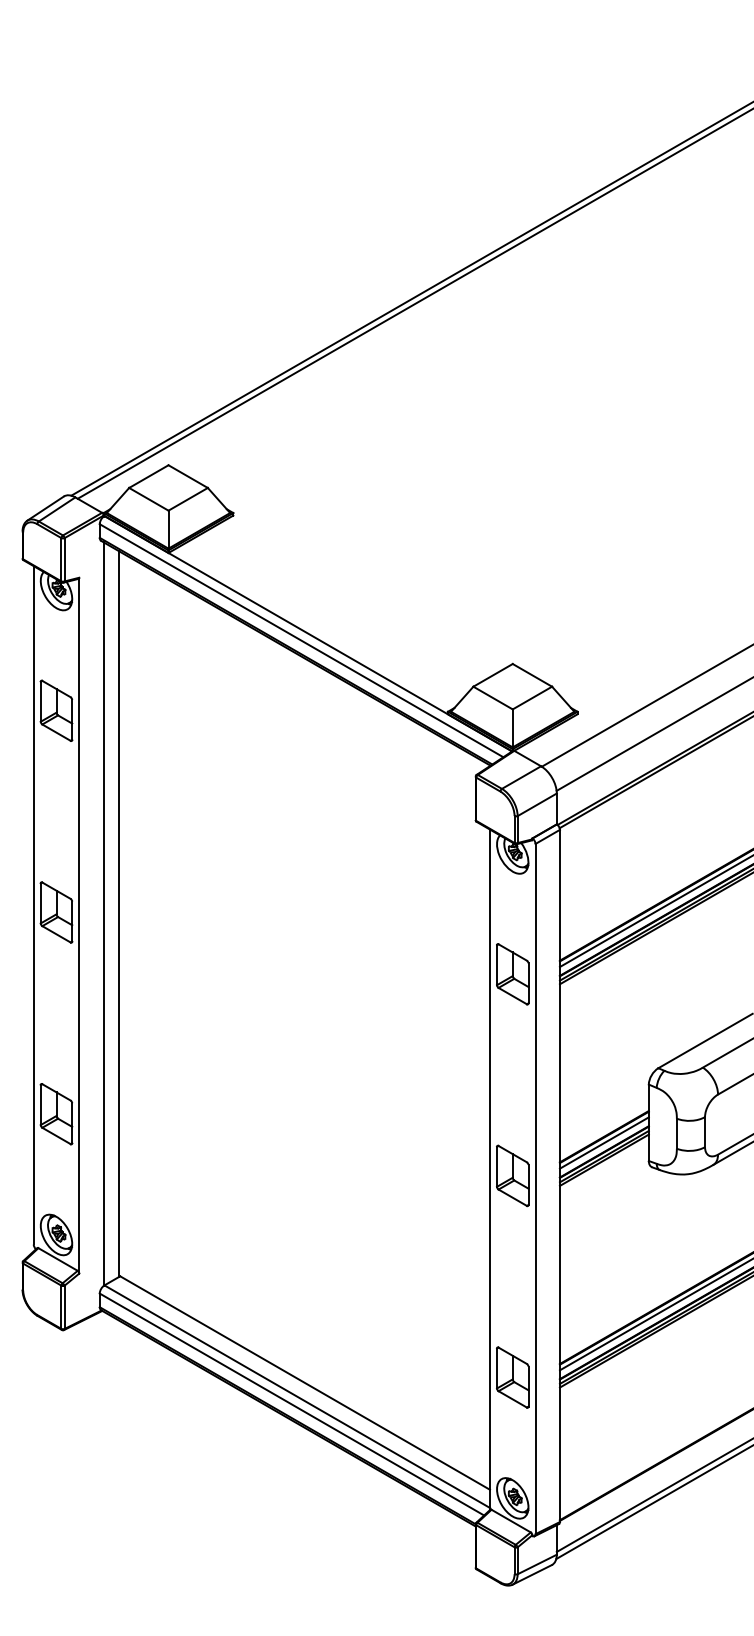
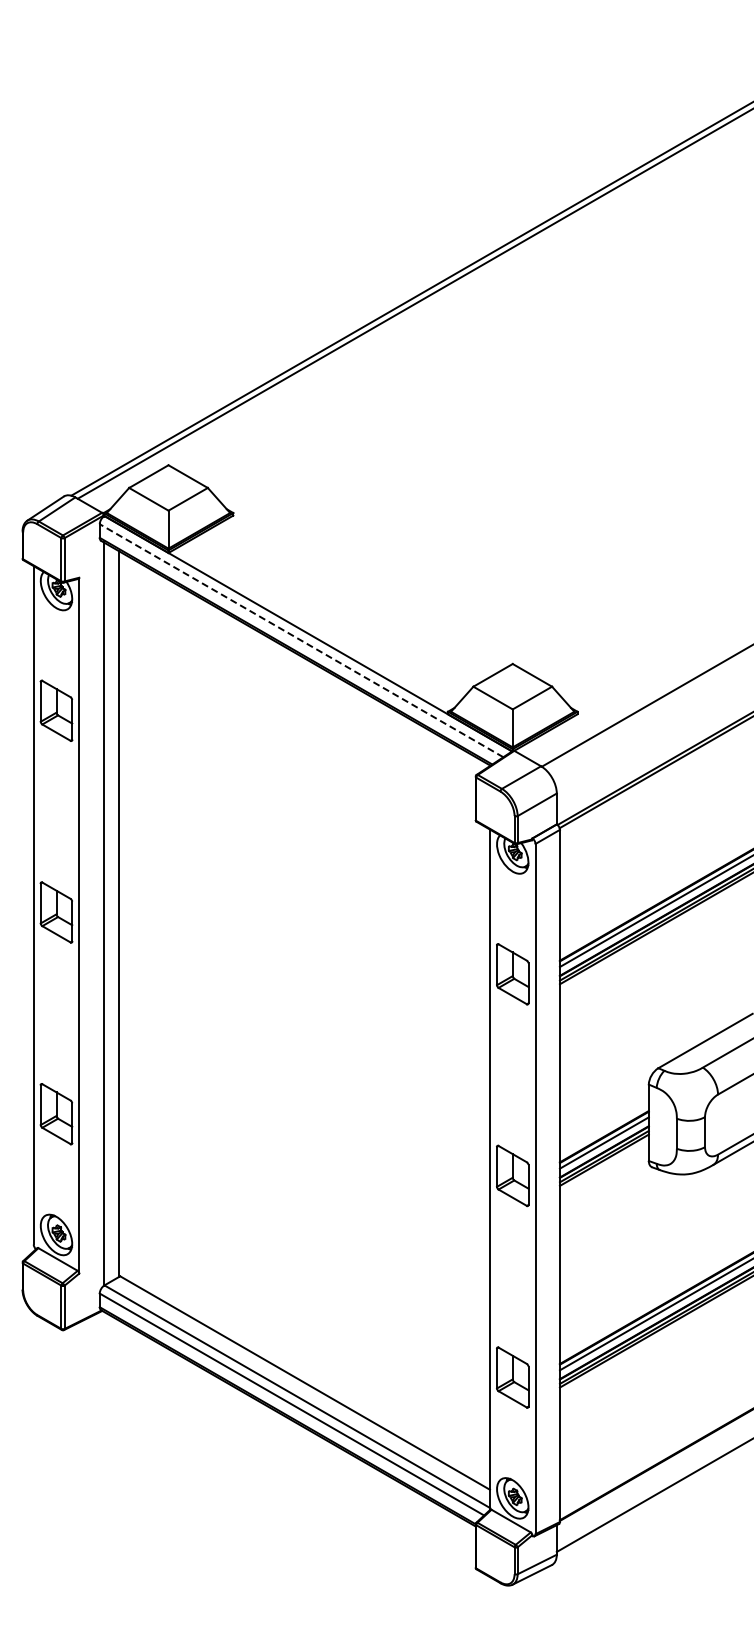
line at (301, 640): solid -> dashed
line at (653, 734): present -> none
line at (653, 1503): present -> none
